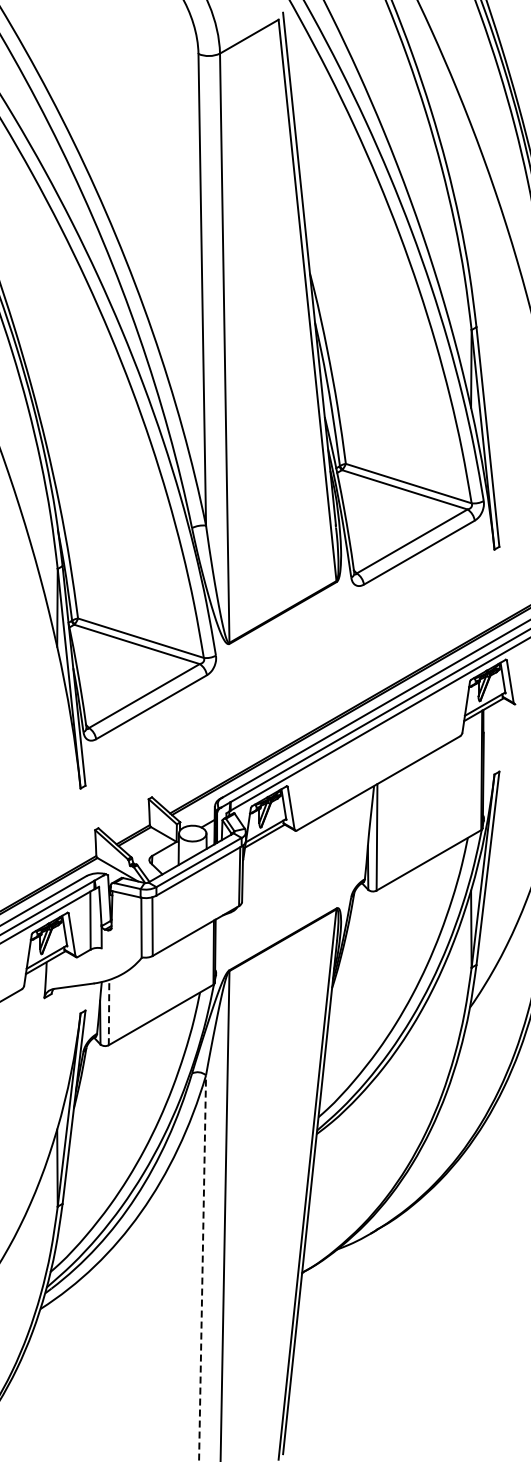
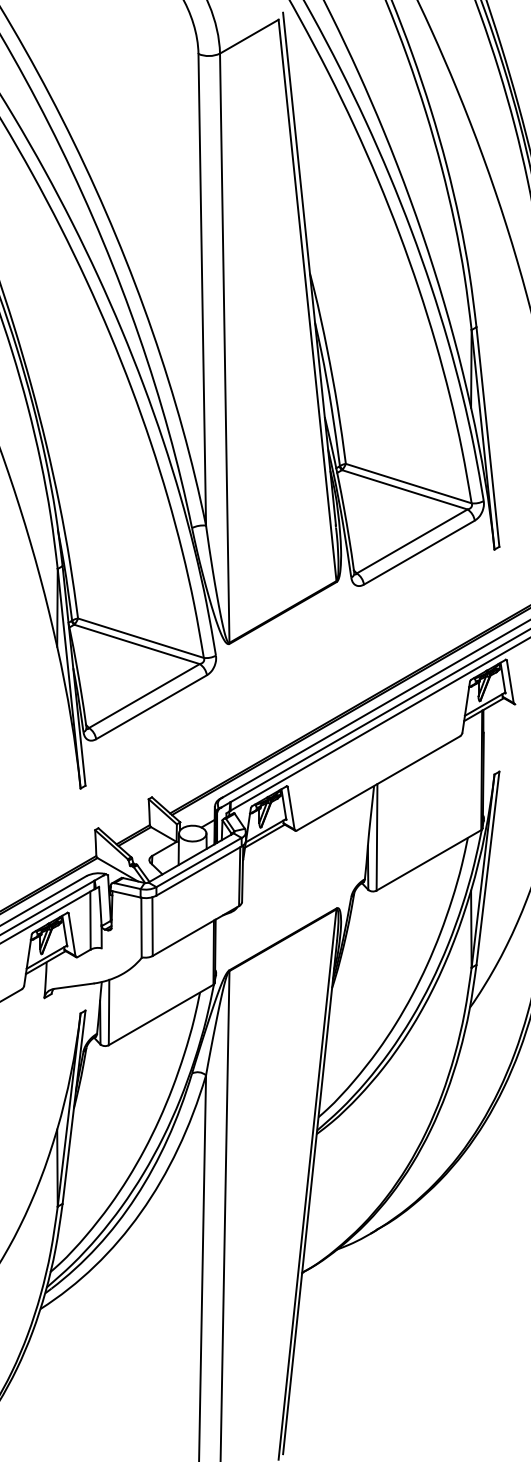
line at (109, 1012): dashed -> solid
line at (202, 1268): dashed -> solid
